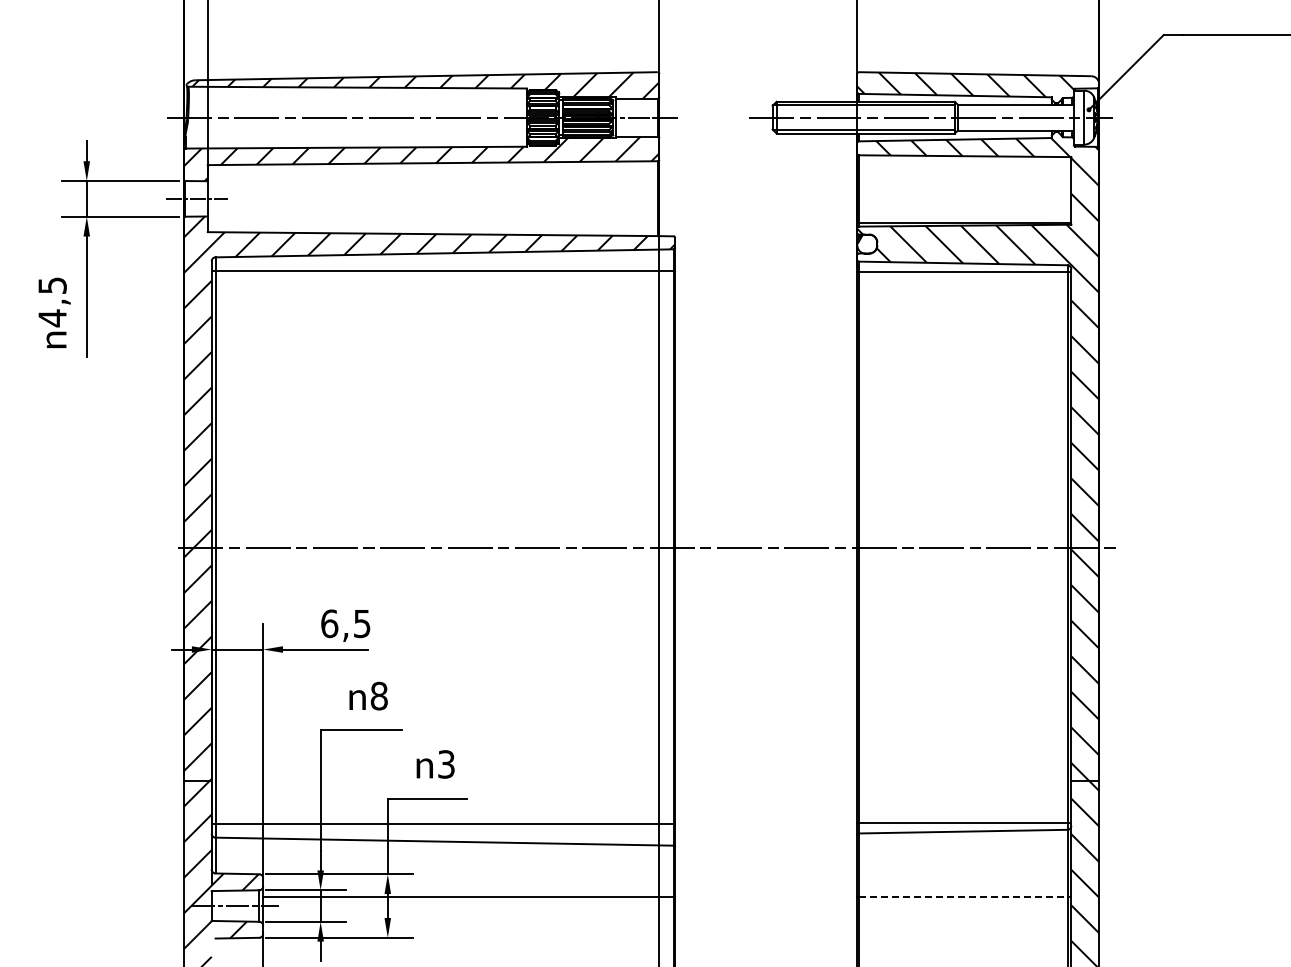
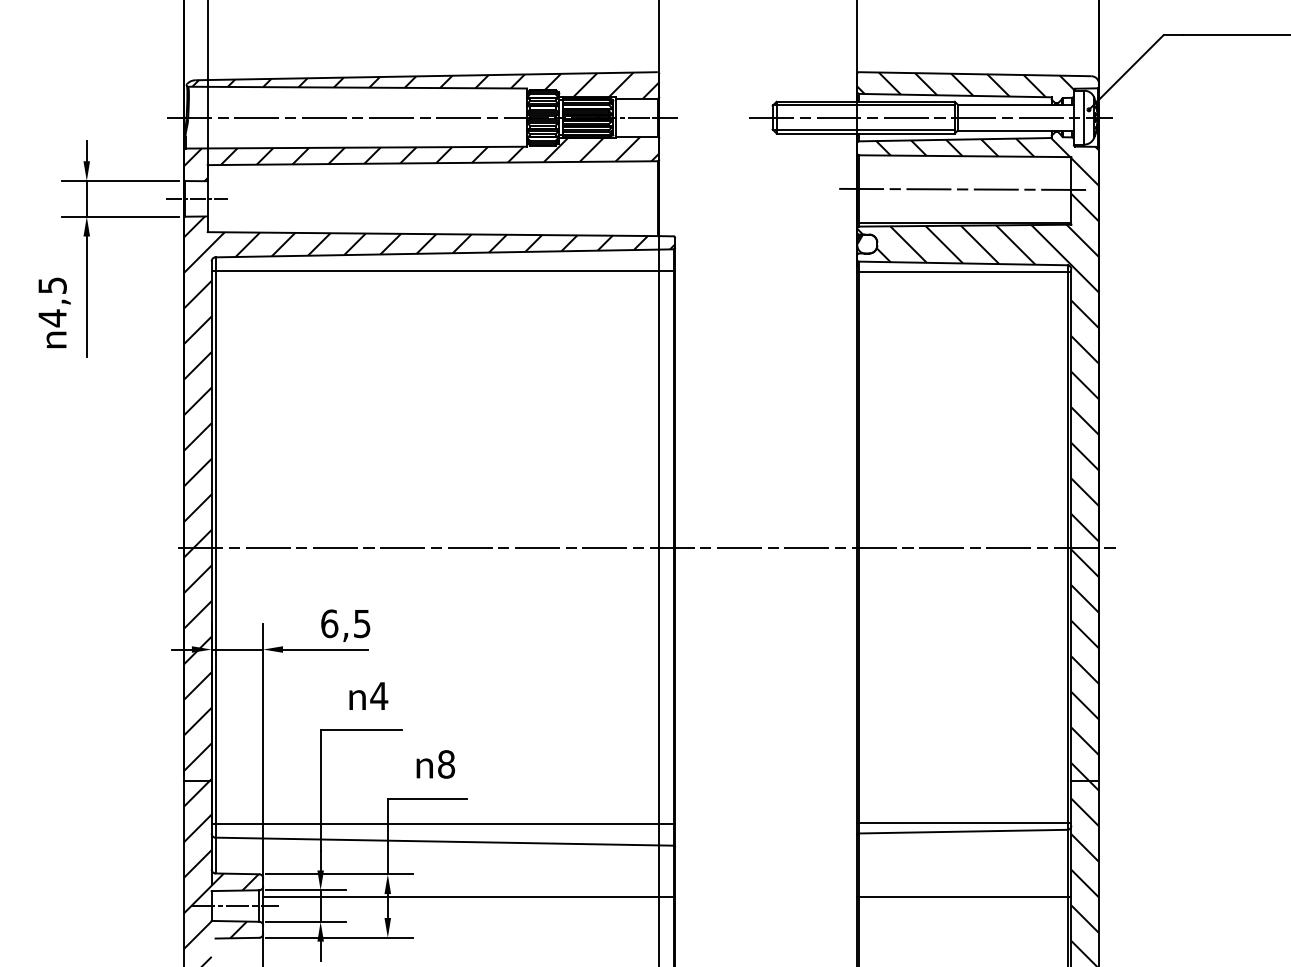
line at (965, 189): none -> present
text at (379, 695): 8 -> 4
text at (446, 764): 3 -> 8
line at (963, 896): dashed -> solid
